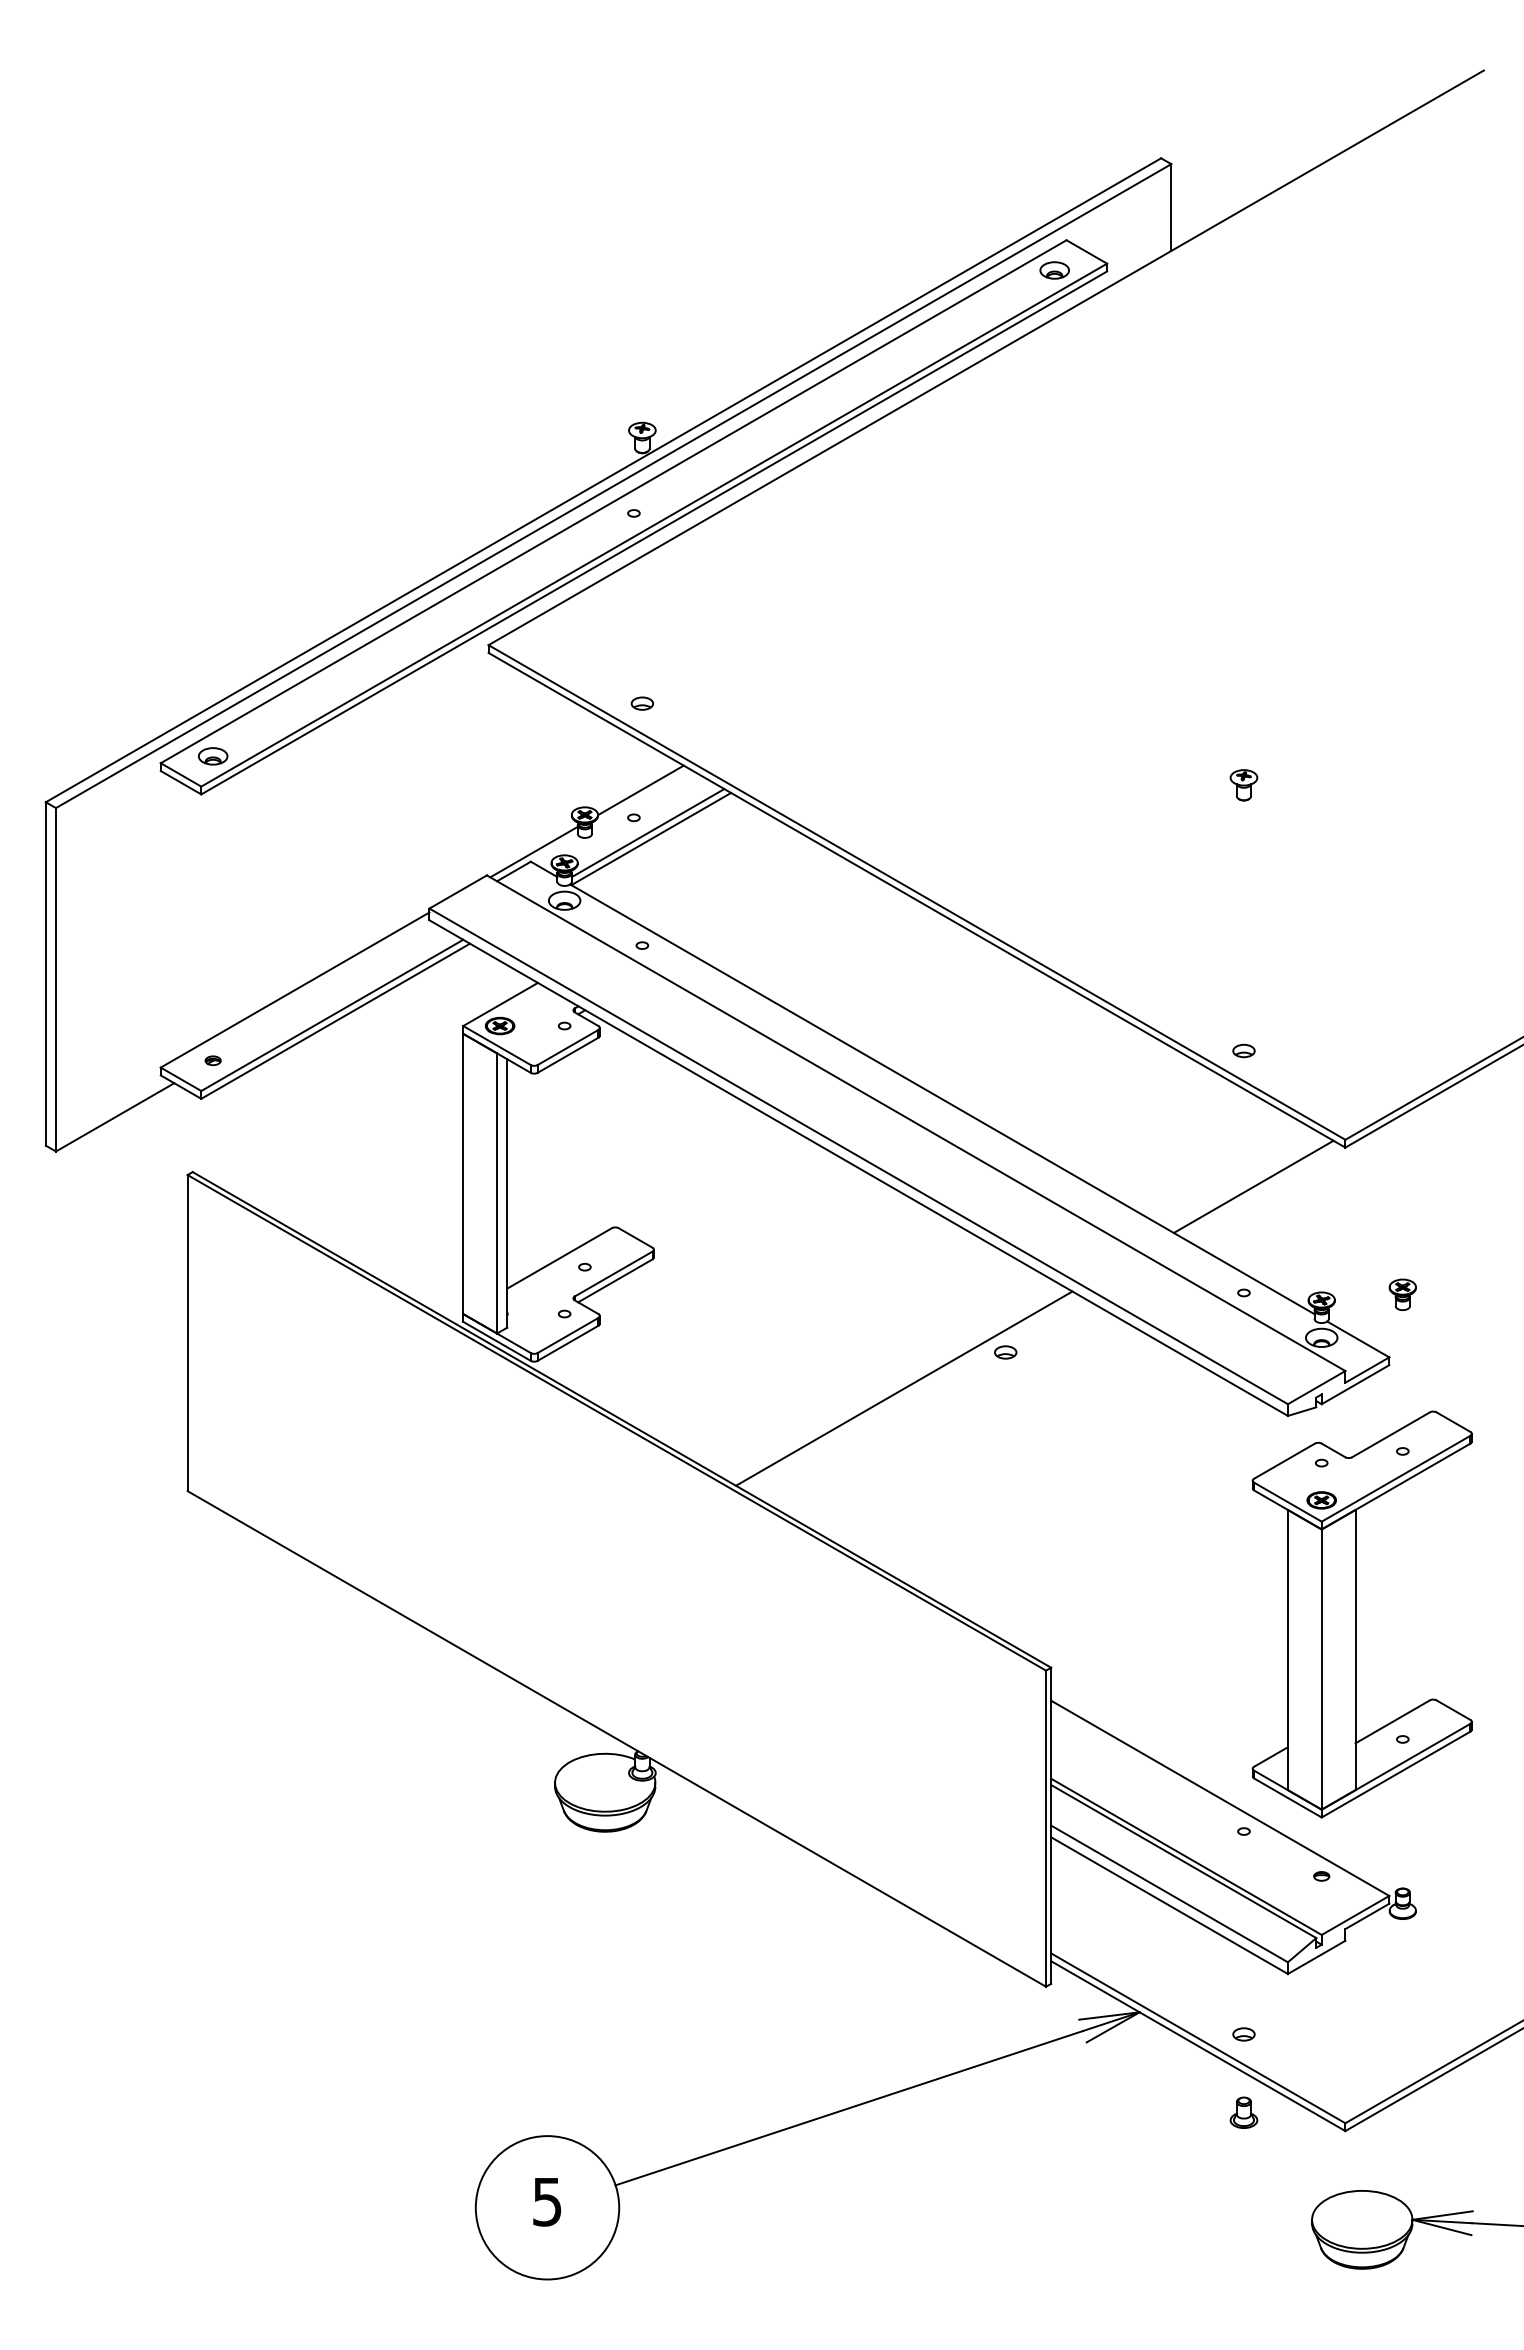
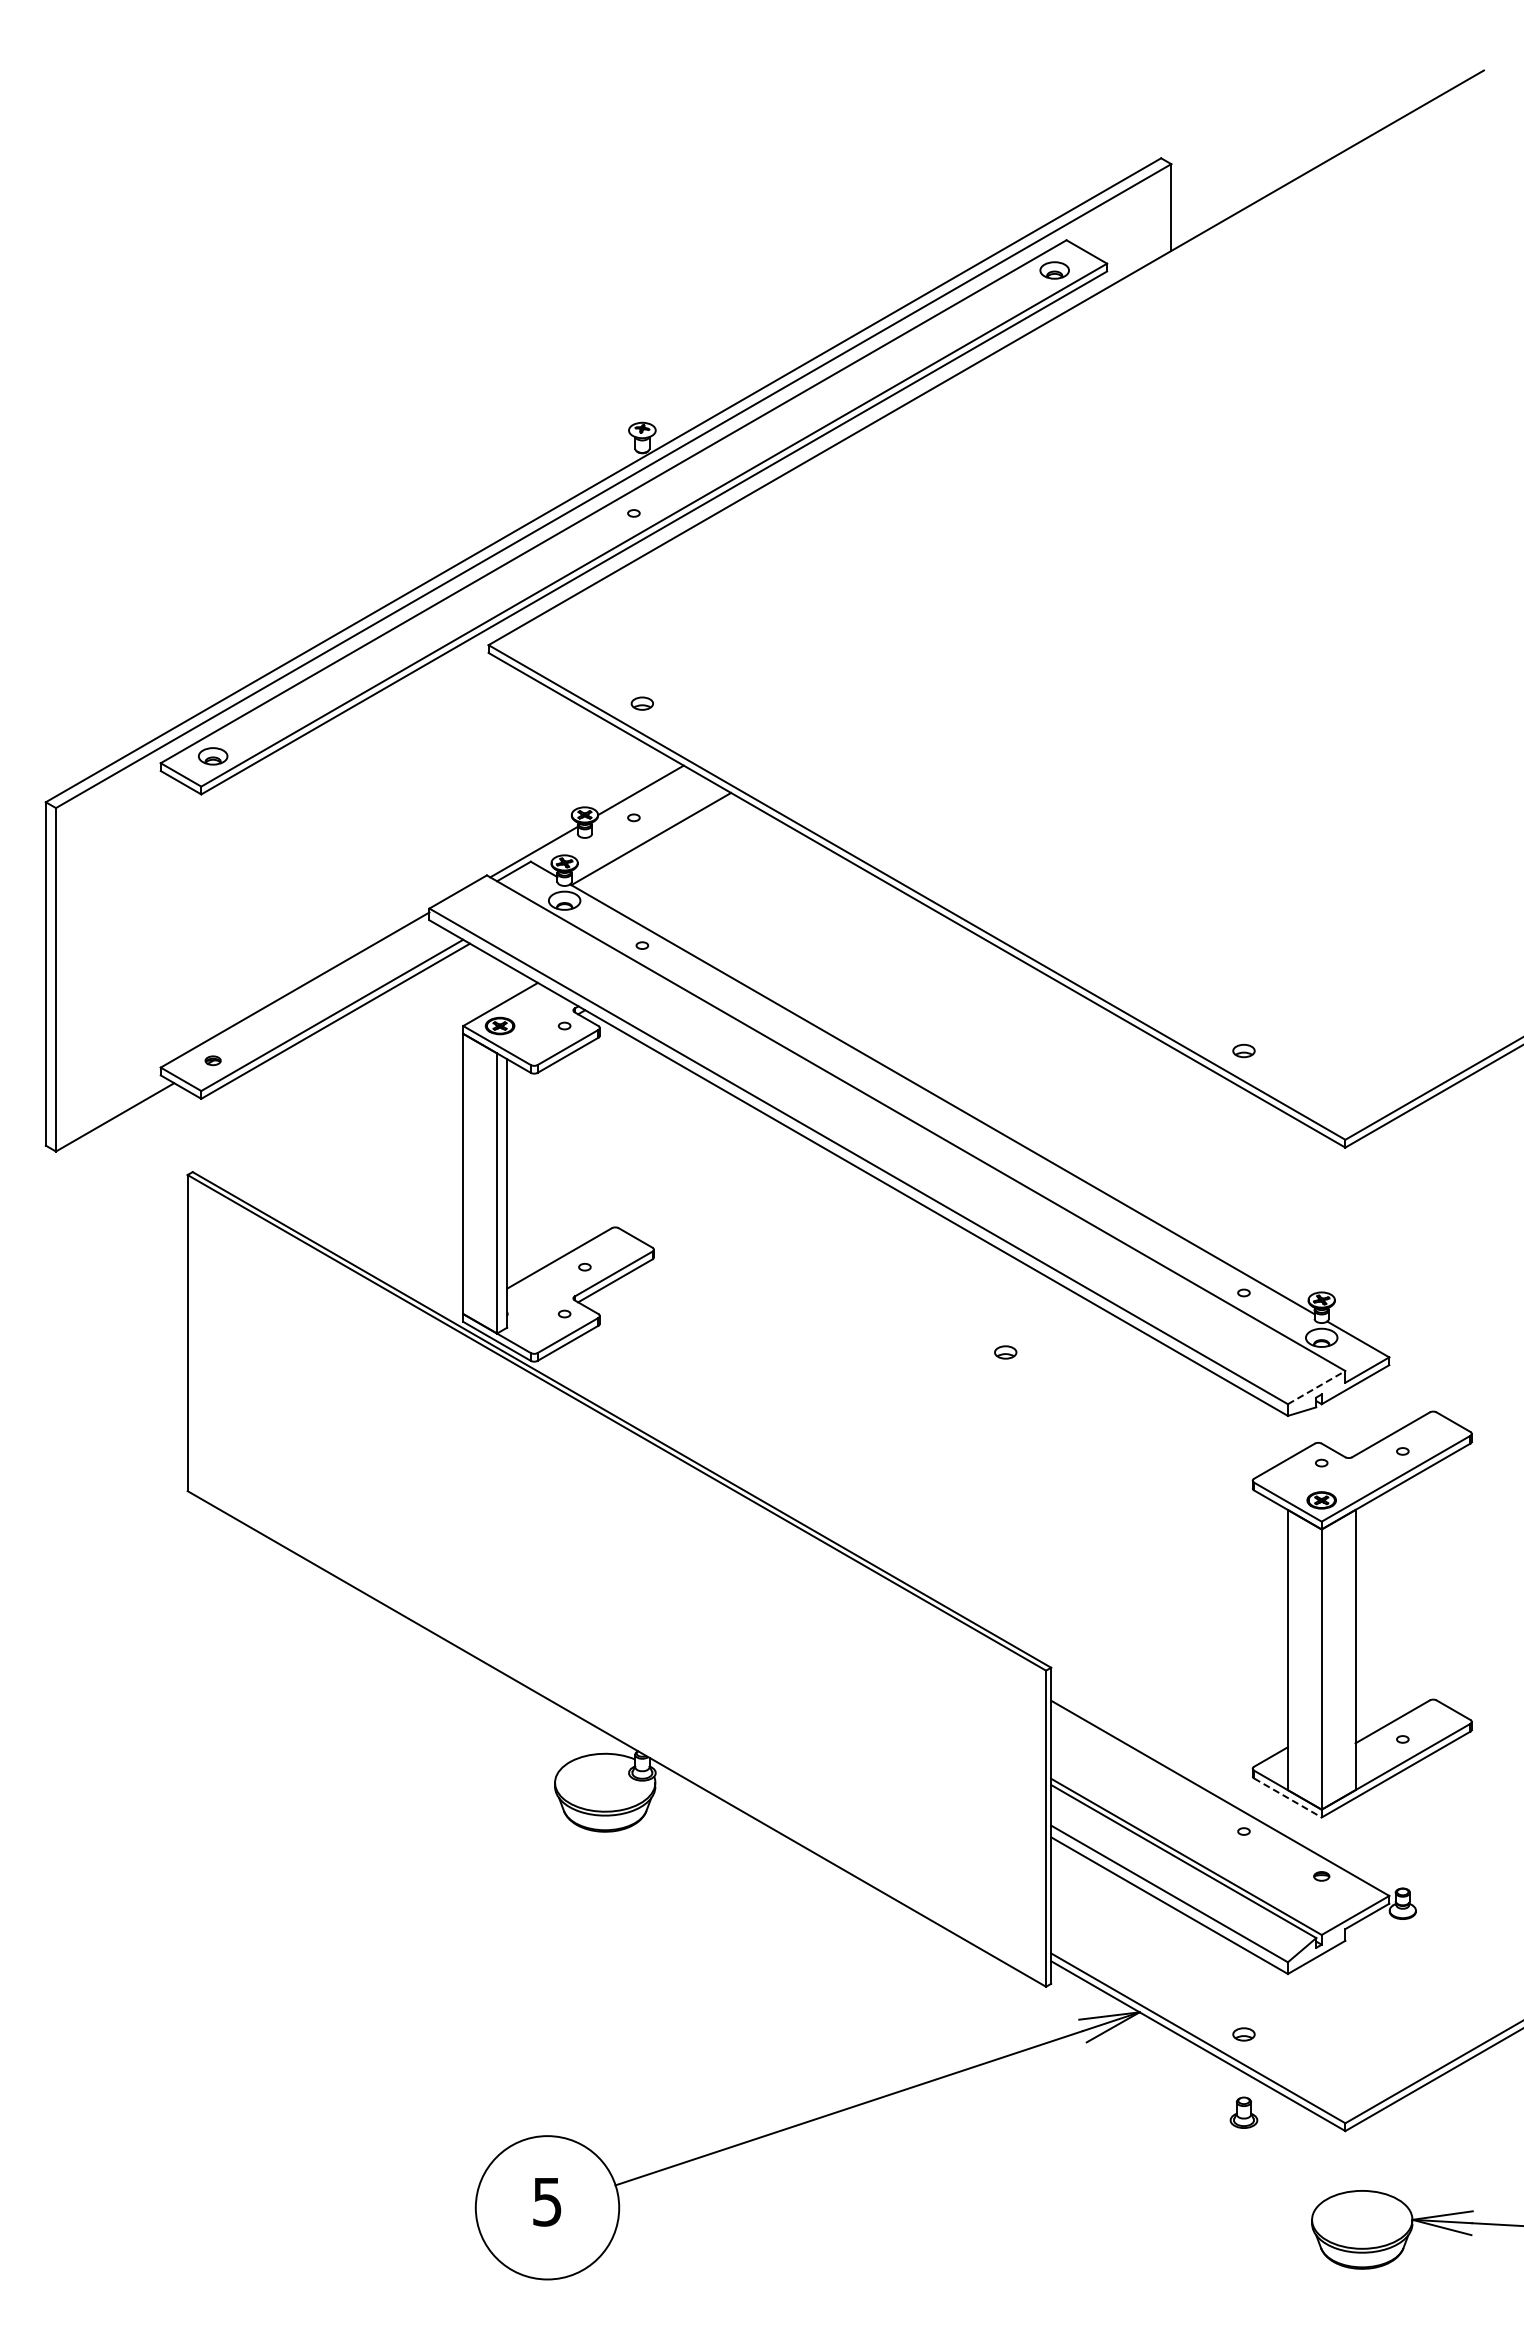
part at (1243, 785): present -> none
line at (647, 833): present -> none
line at (1253, 1186): present -> none
part at (1402, 1294): present -> none
line at (1317, 1387): solid -> dashed
line at (904, 1388): present -> none
line at (1288, 1798): solid -> dashed
